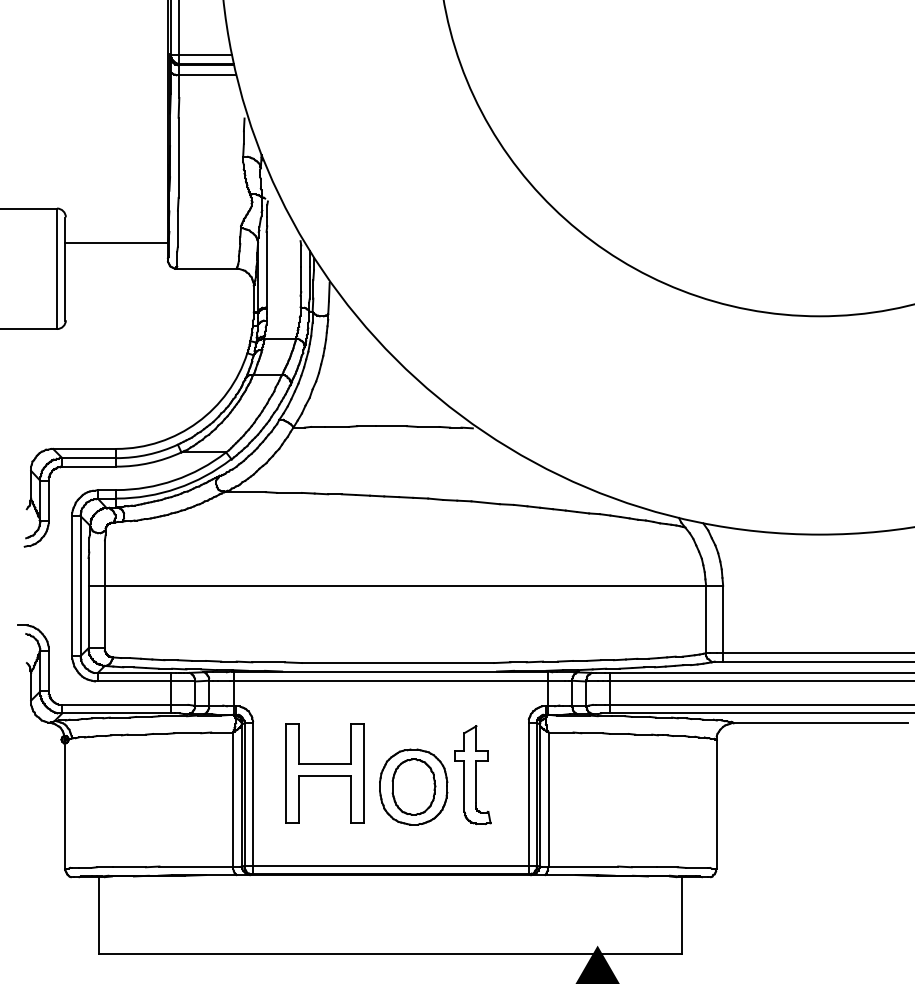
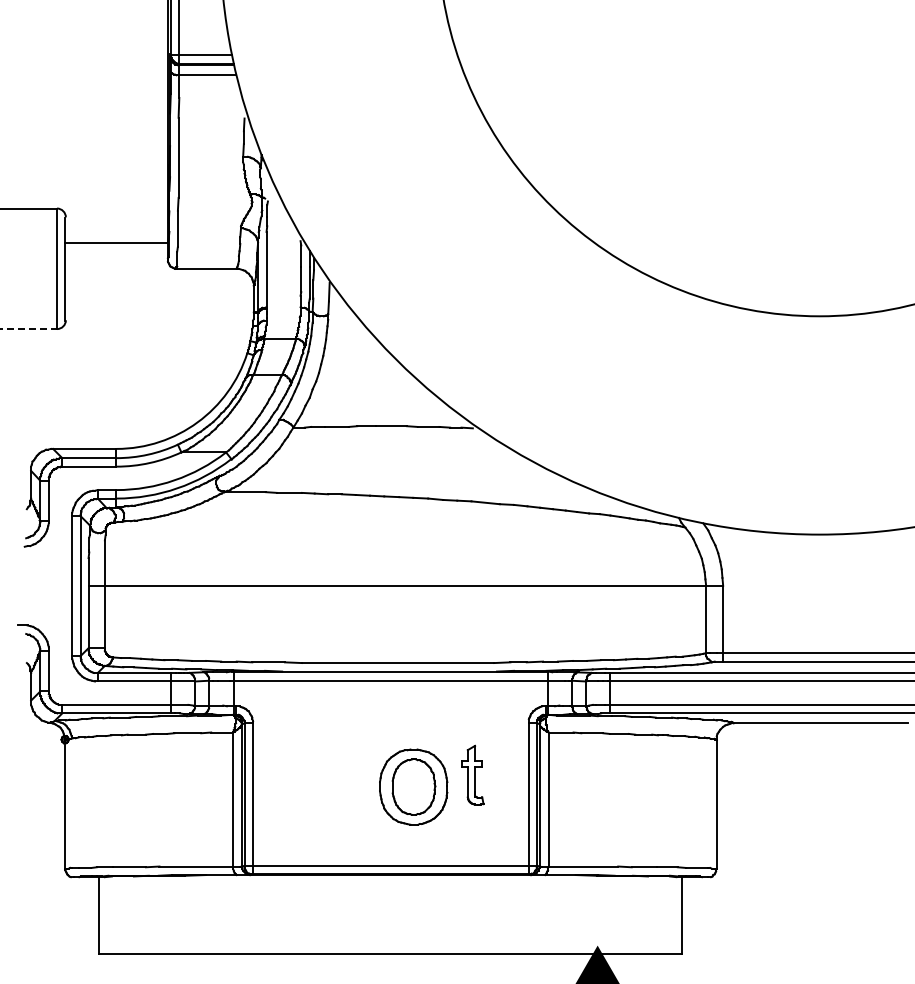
line at (28, 329): solid -> dashed
part at (324, 773): present -> none
part at (472, 775) size: 38x101 px -> 24x62 px
